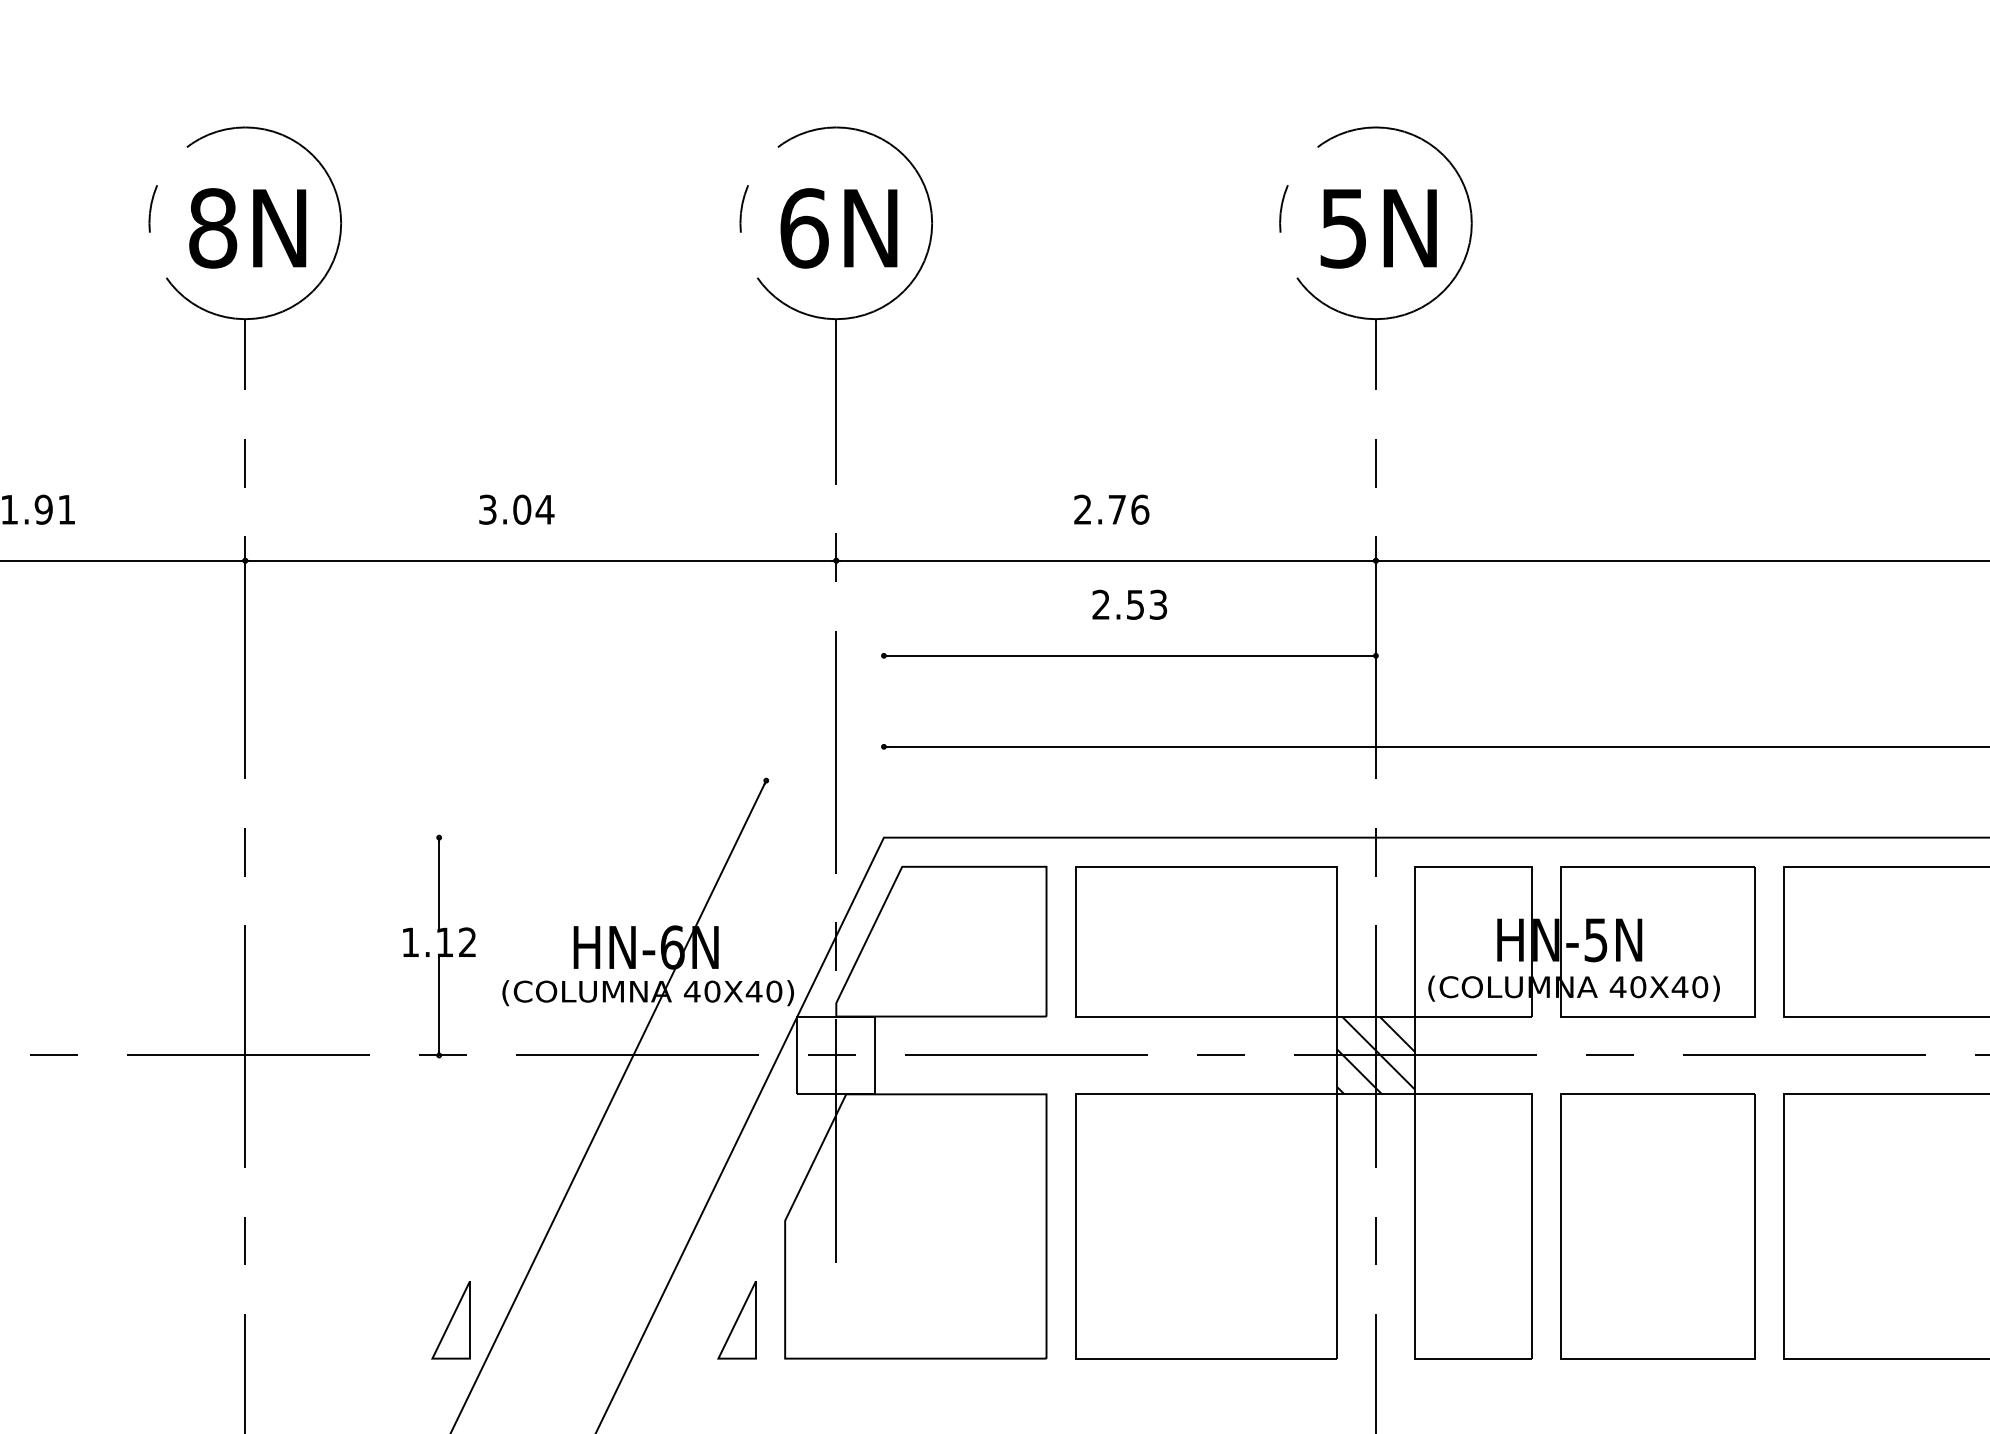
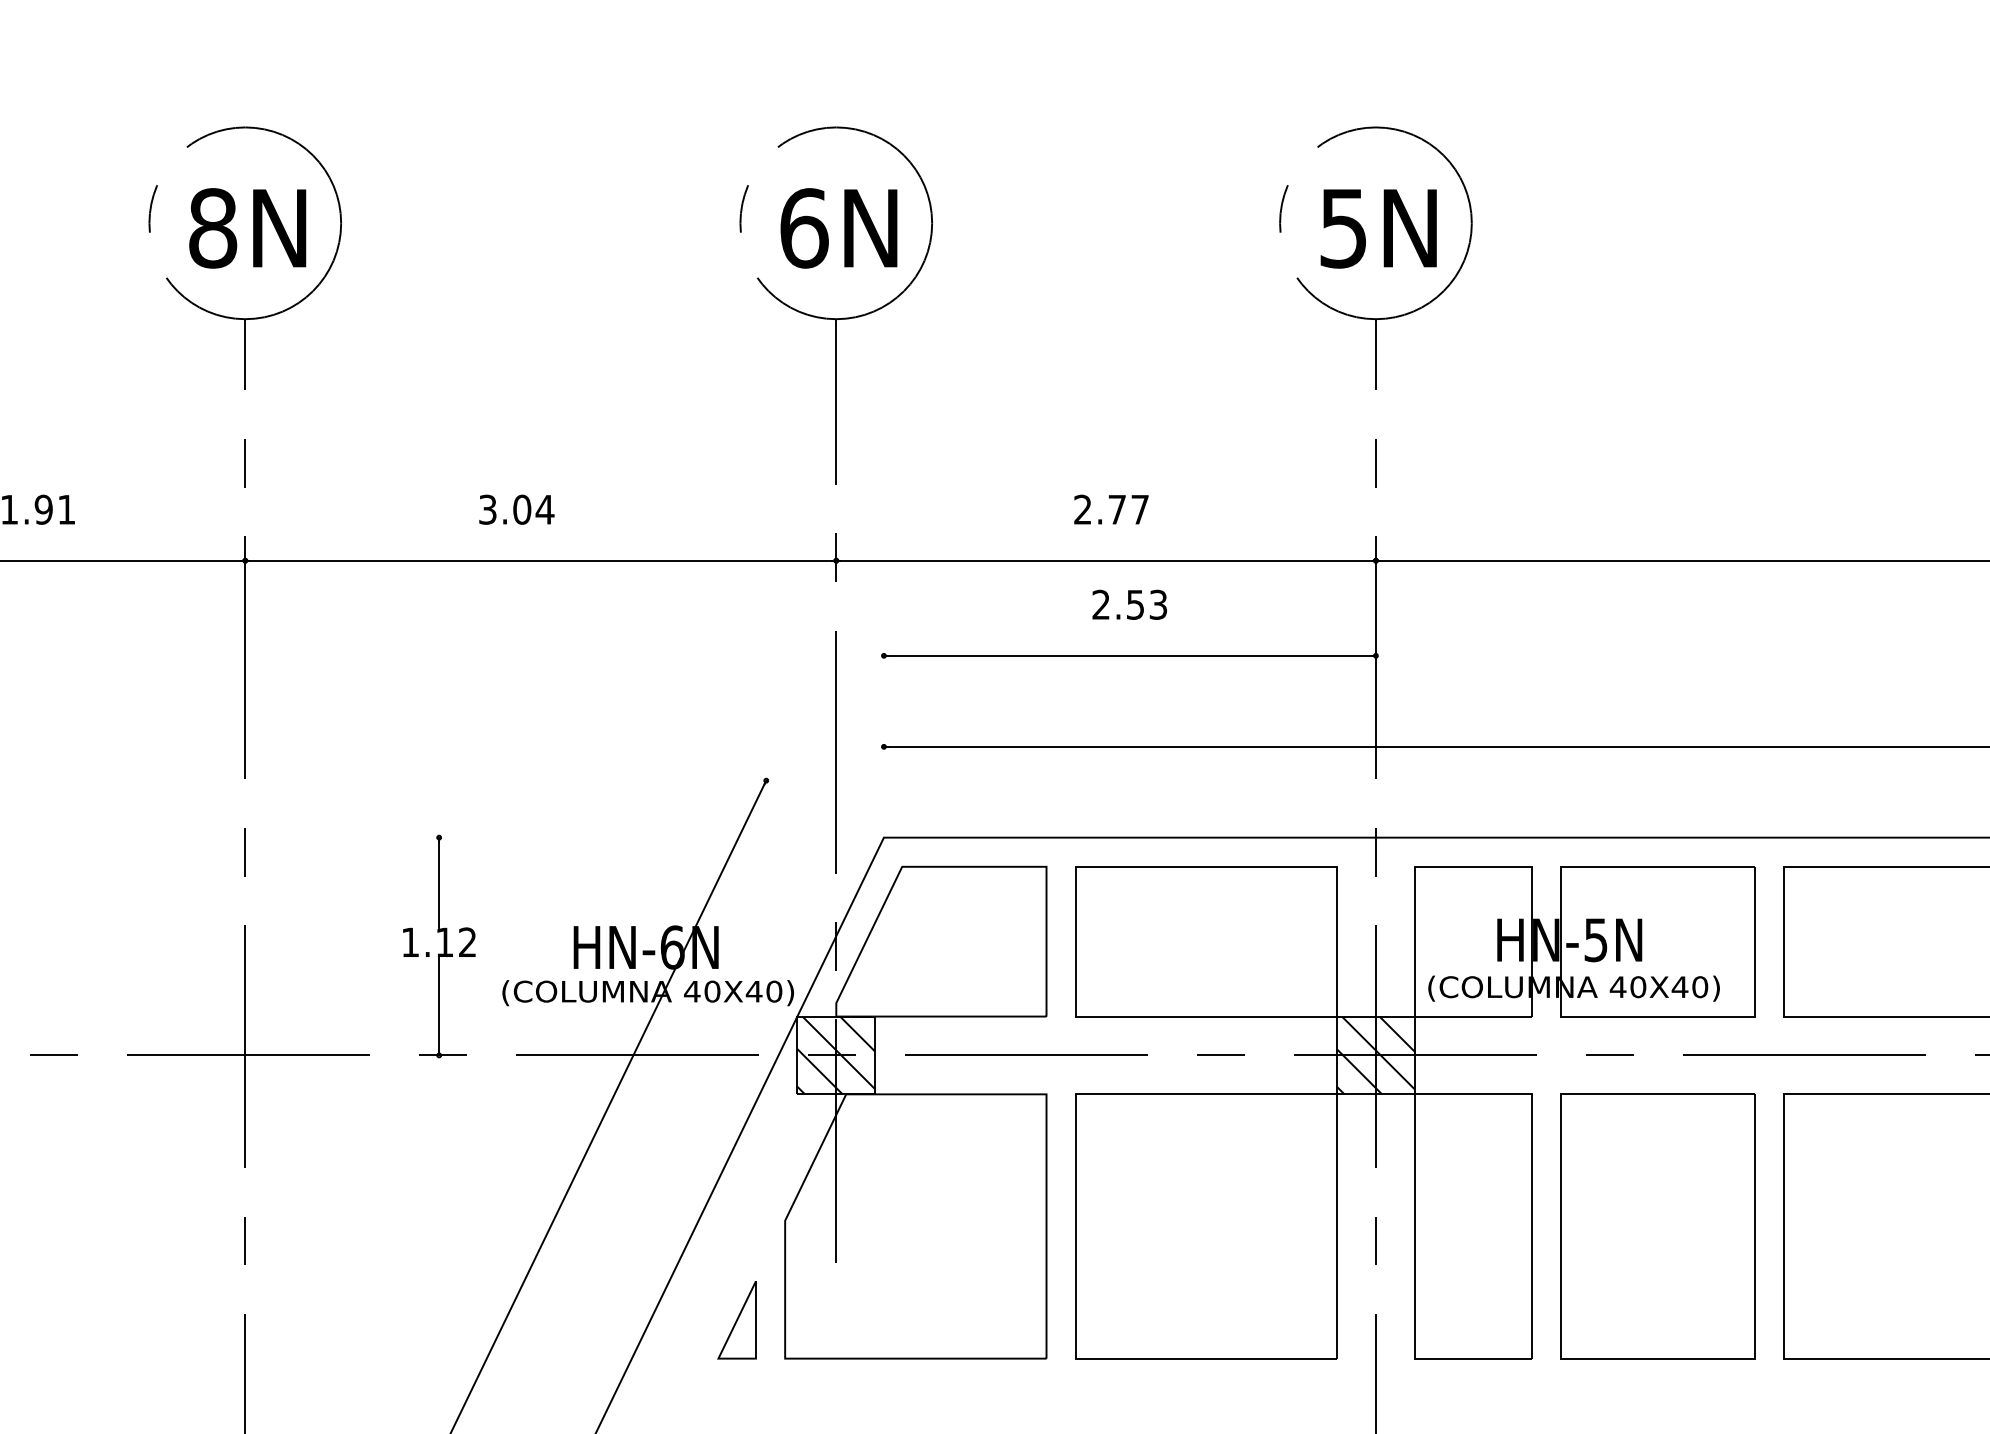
text at (1140, 509): 2.76 -> 2.77
hatch at (836, 1055): none -> present
part at (450, 1320): present -> none
